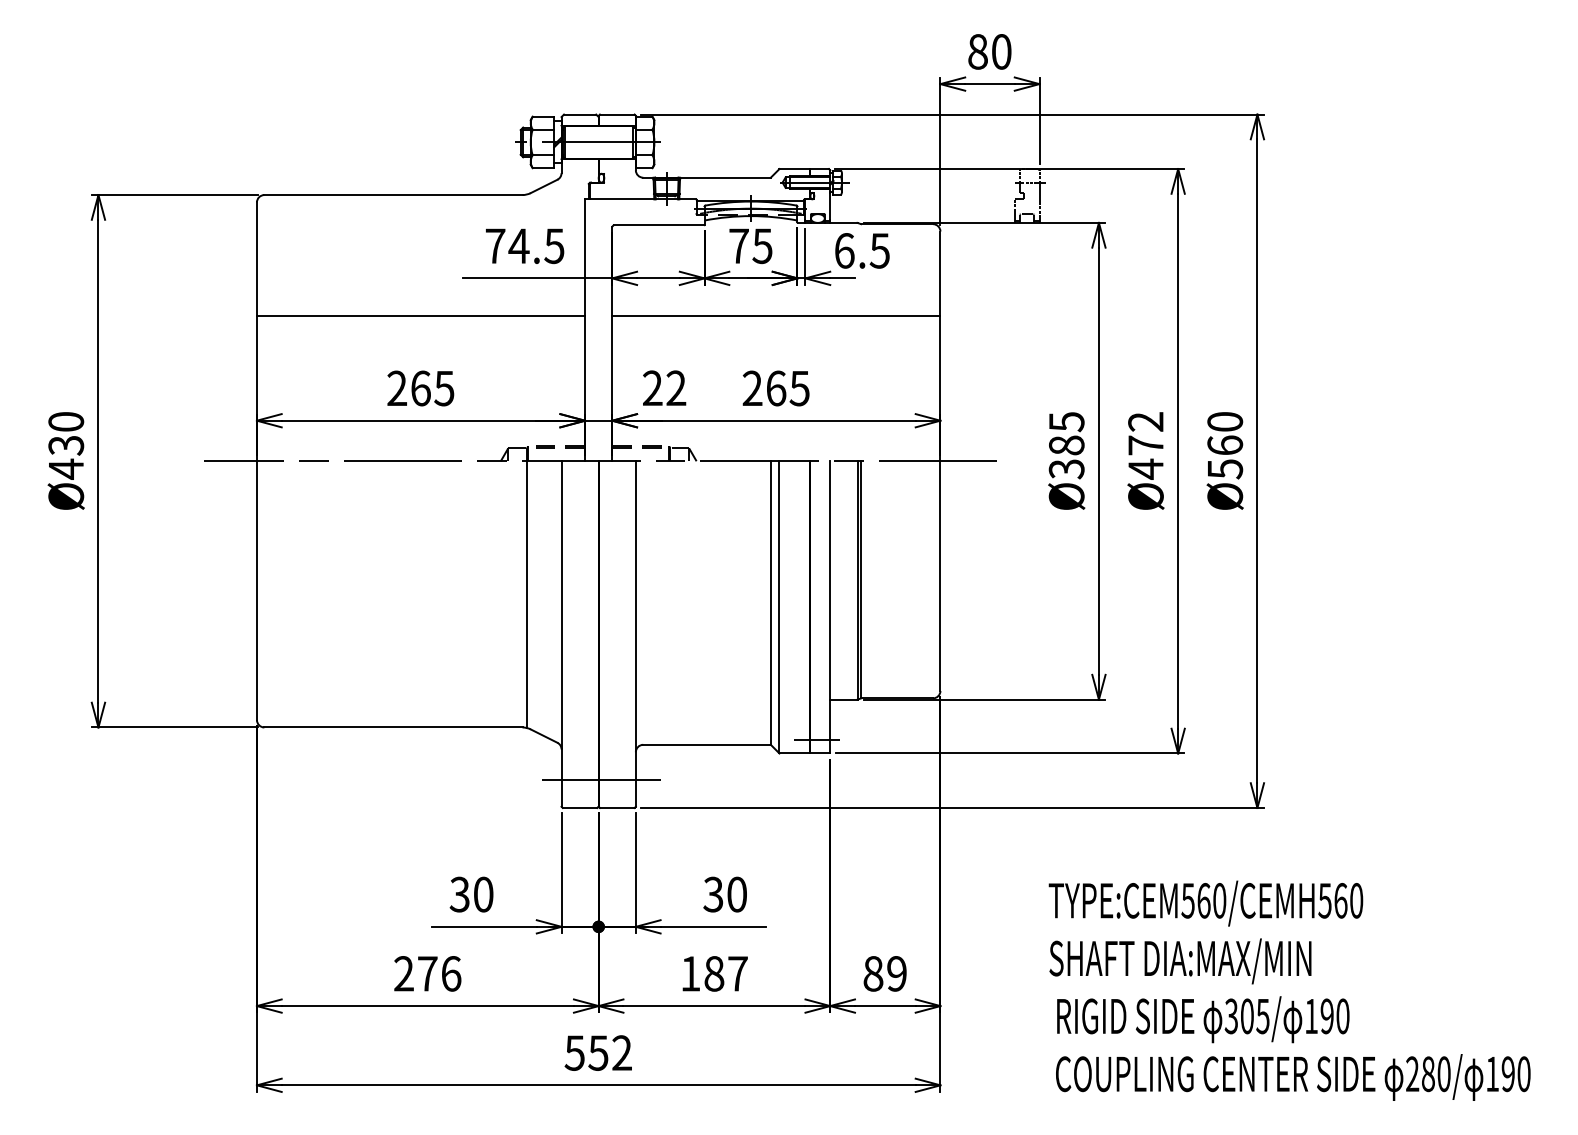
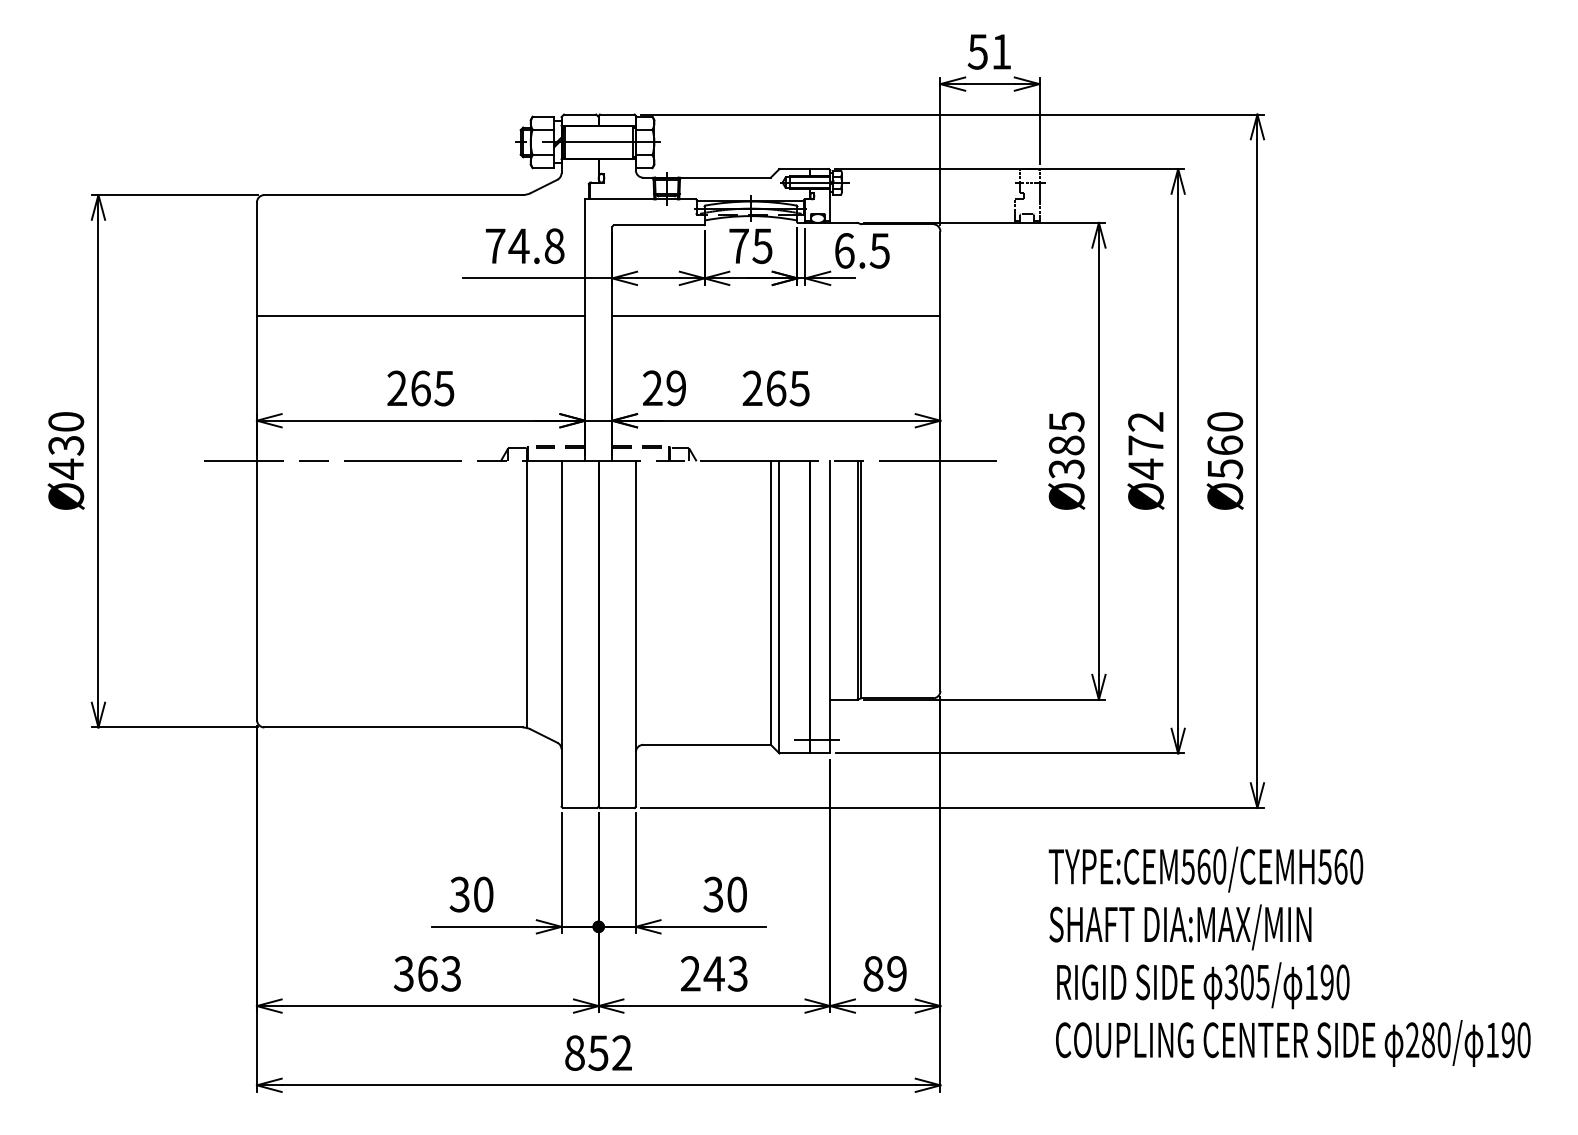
text at (989, 51): 80 -> 51
text at (554, 245): 74.5 -> 74.8
text at (676, 388): 22 -> 29
line at (599, 780): present -> none
text at (427, 973): 276 -> 363
text at (714, 973): 187 -> 243
text at (1289, 990) position: (1289, 990) -> (1289, 956)
text at (574, 1052): 552 -> 852
